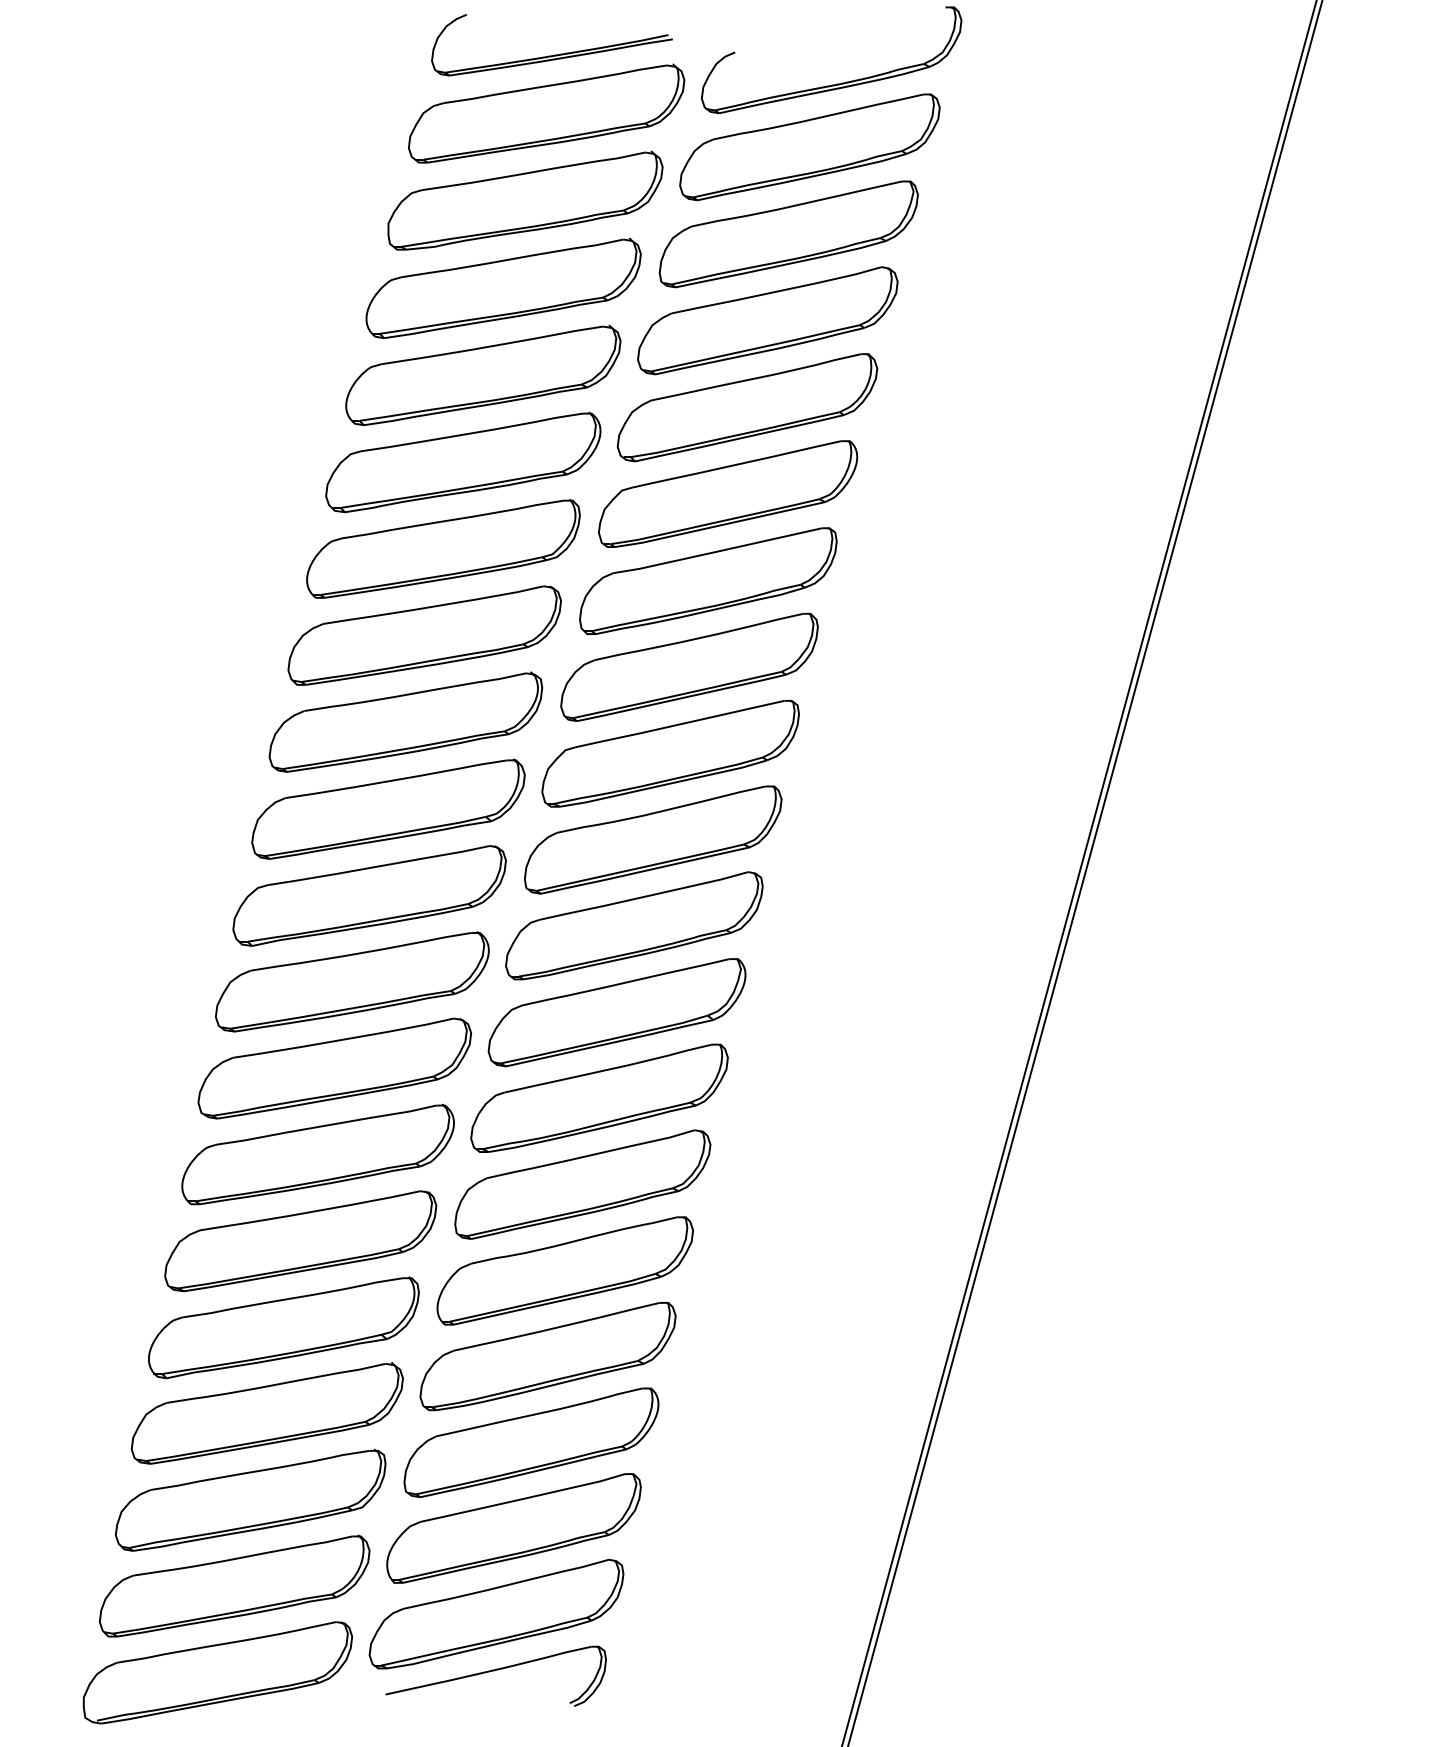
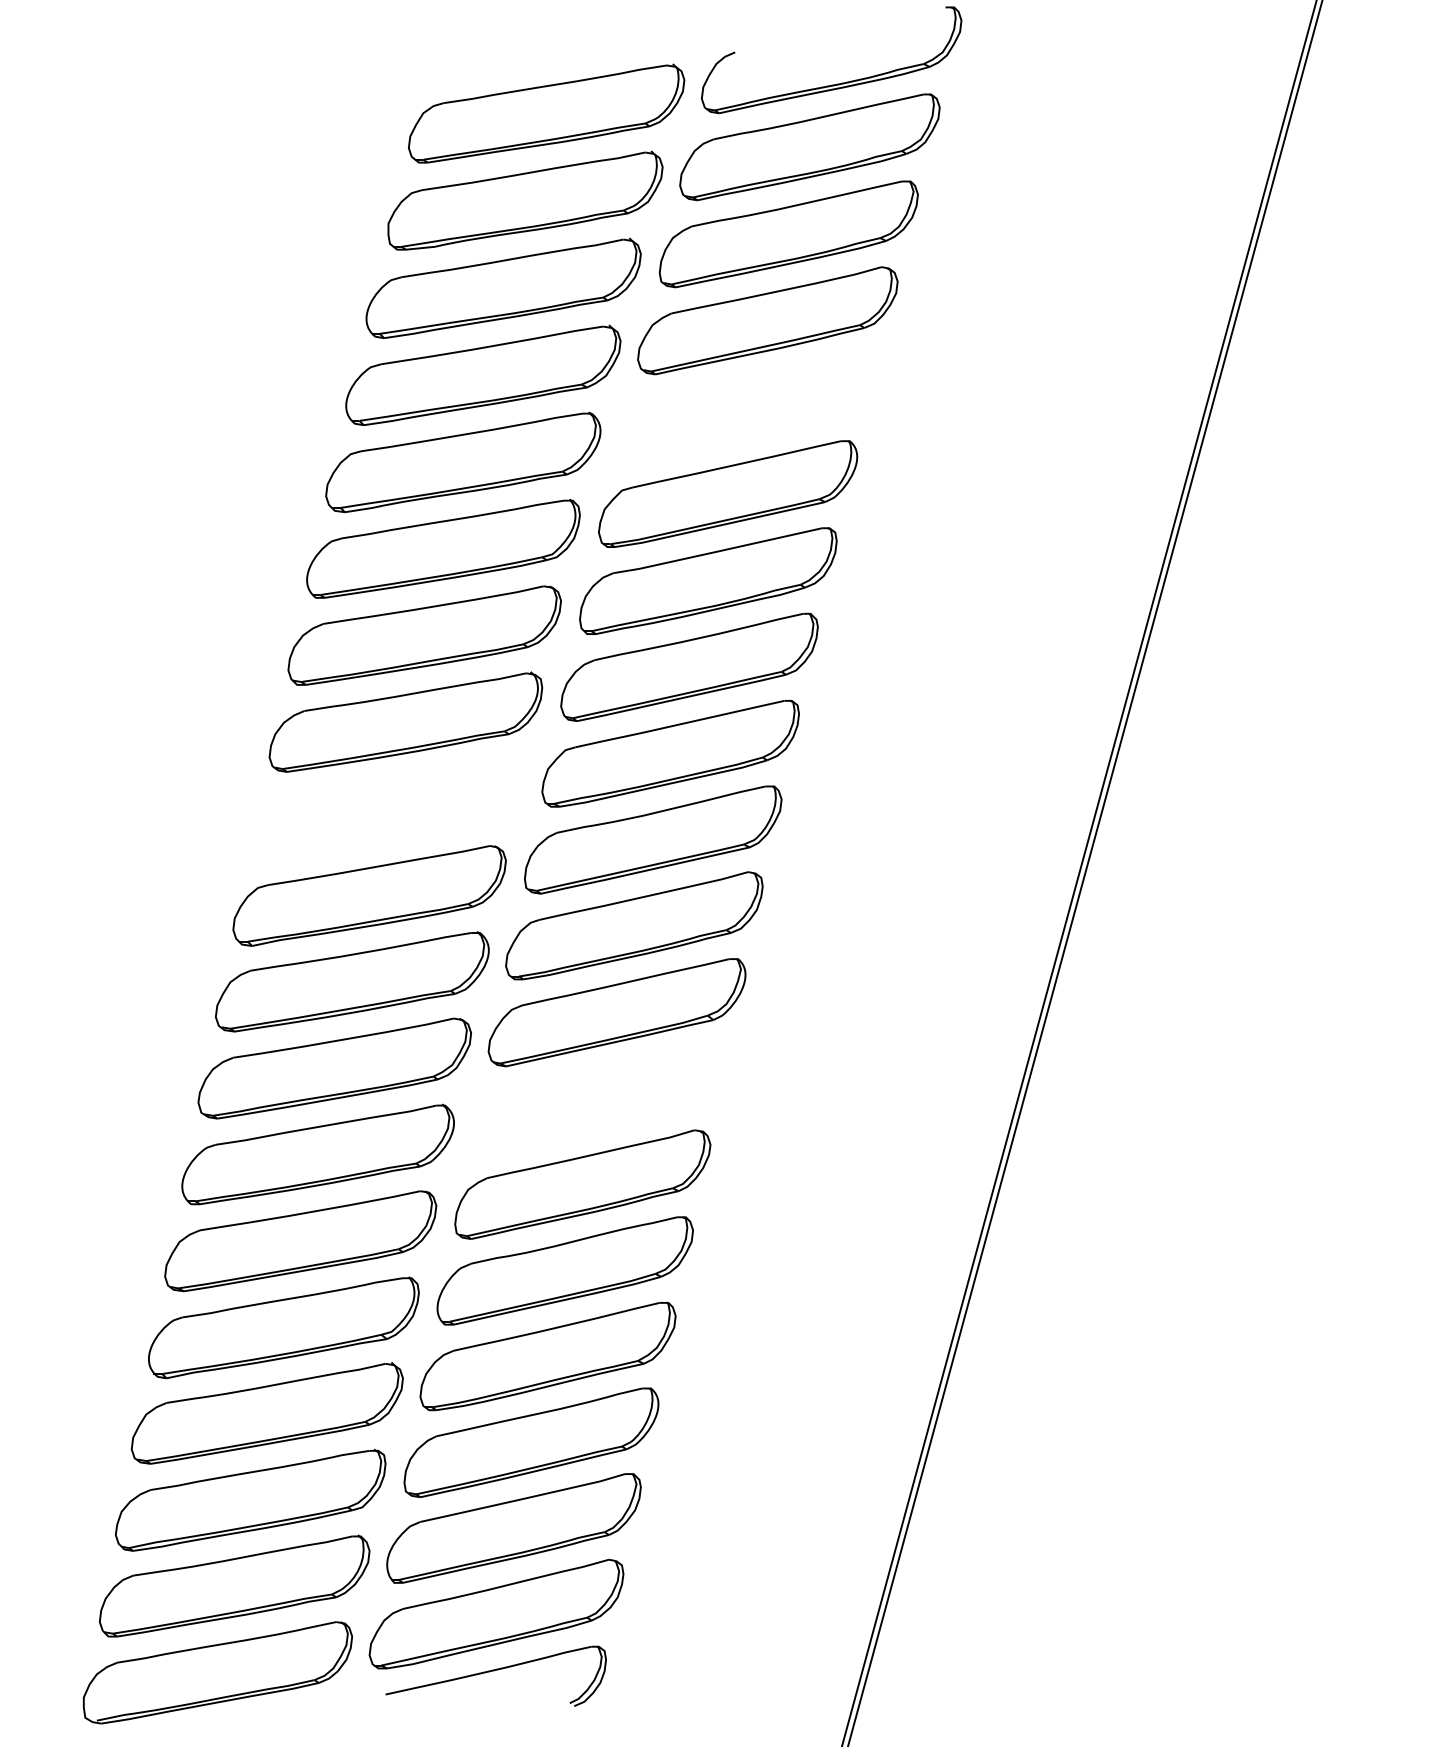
part at (554, 54): present -> none
part at (747, 407): present -> none
part at (388, 808): present -> none
part at (599, 1097): present -> none
